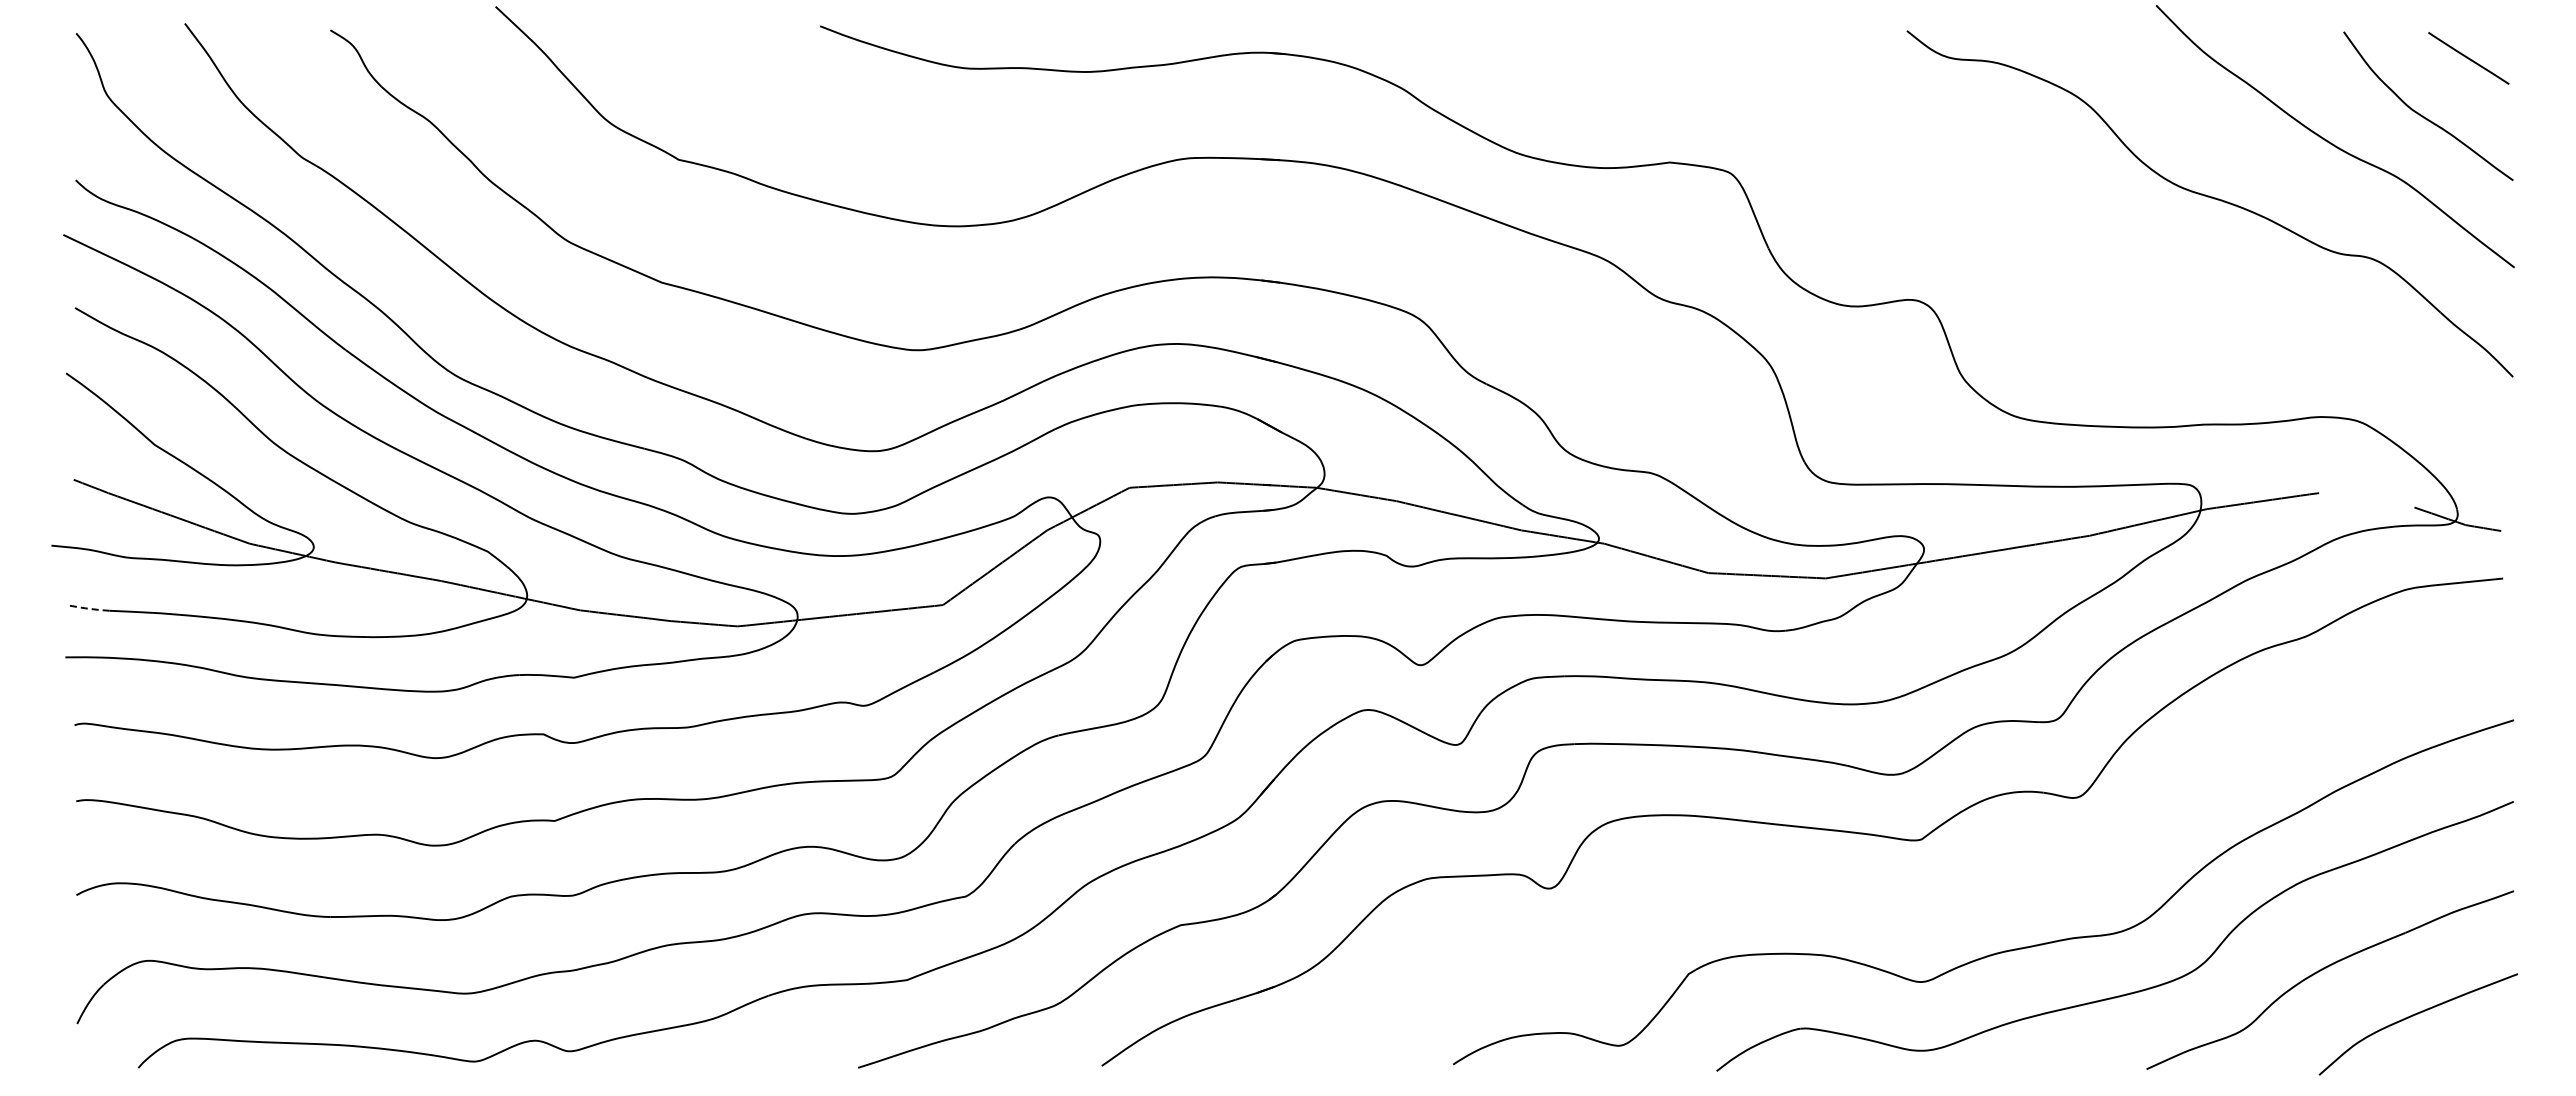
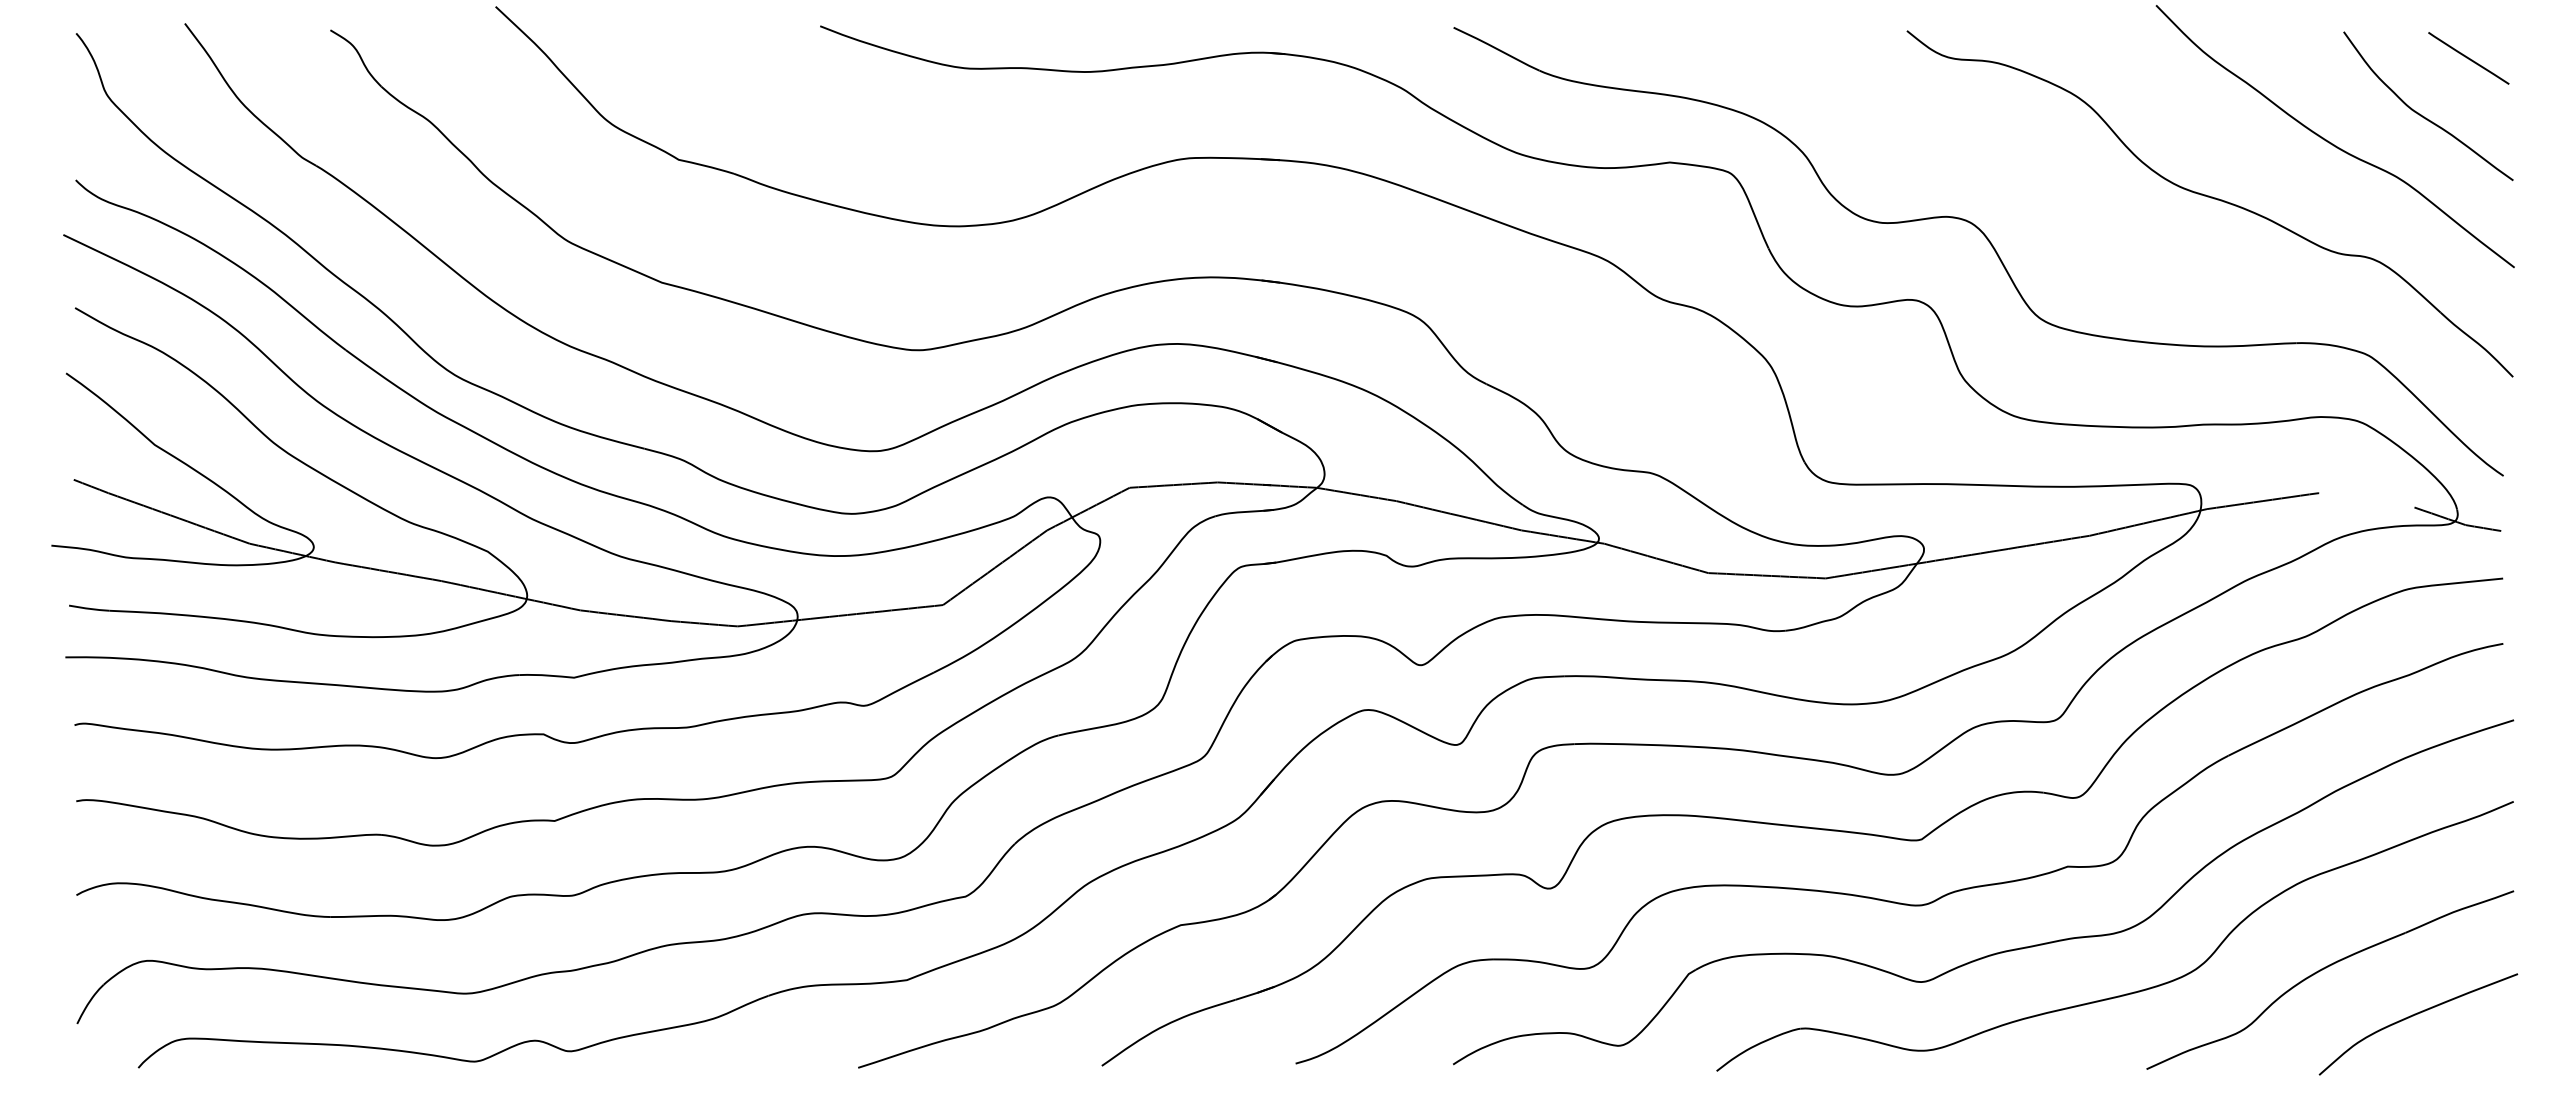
part at (1989, 243): none -> present
line at (89, 608): dashed -> solid
part at (1890, 900): none -> present
